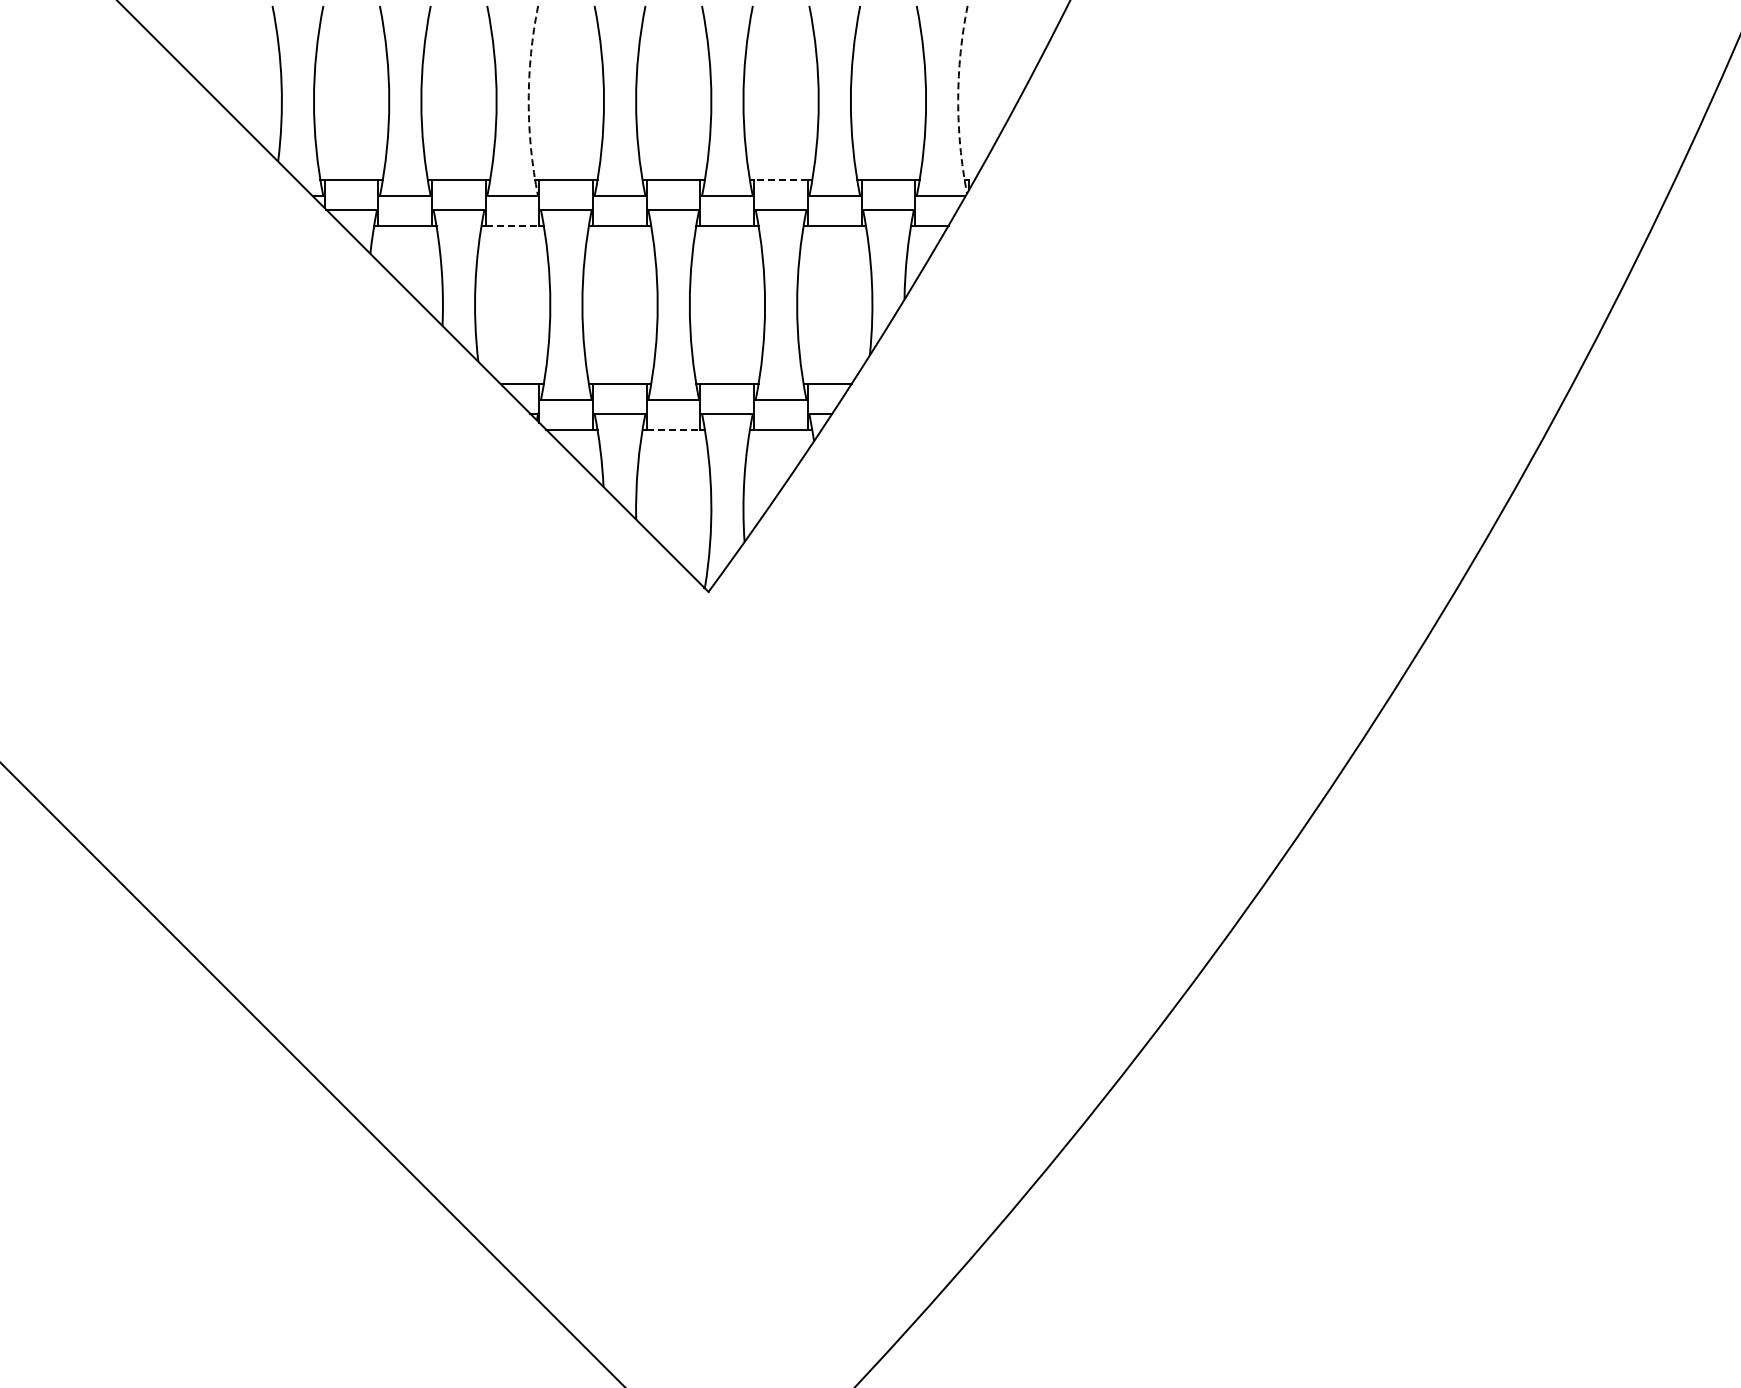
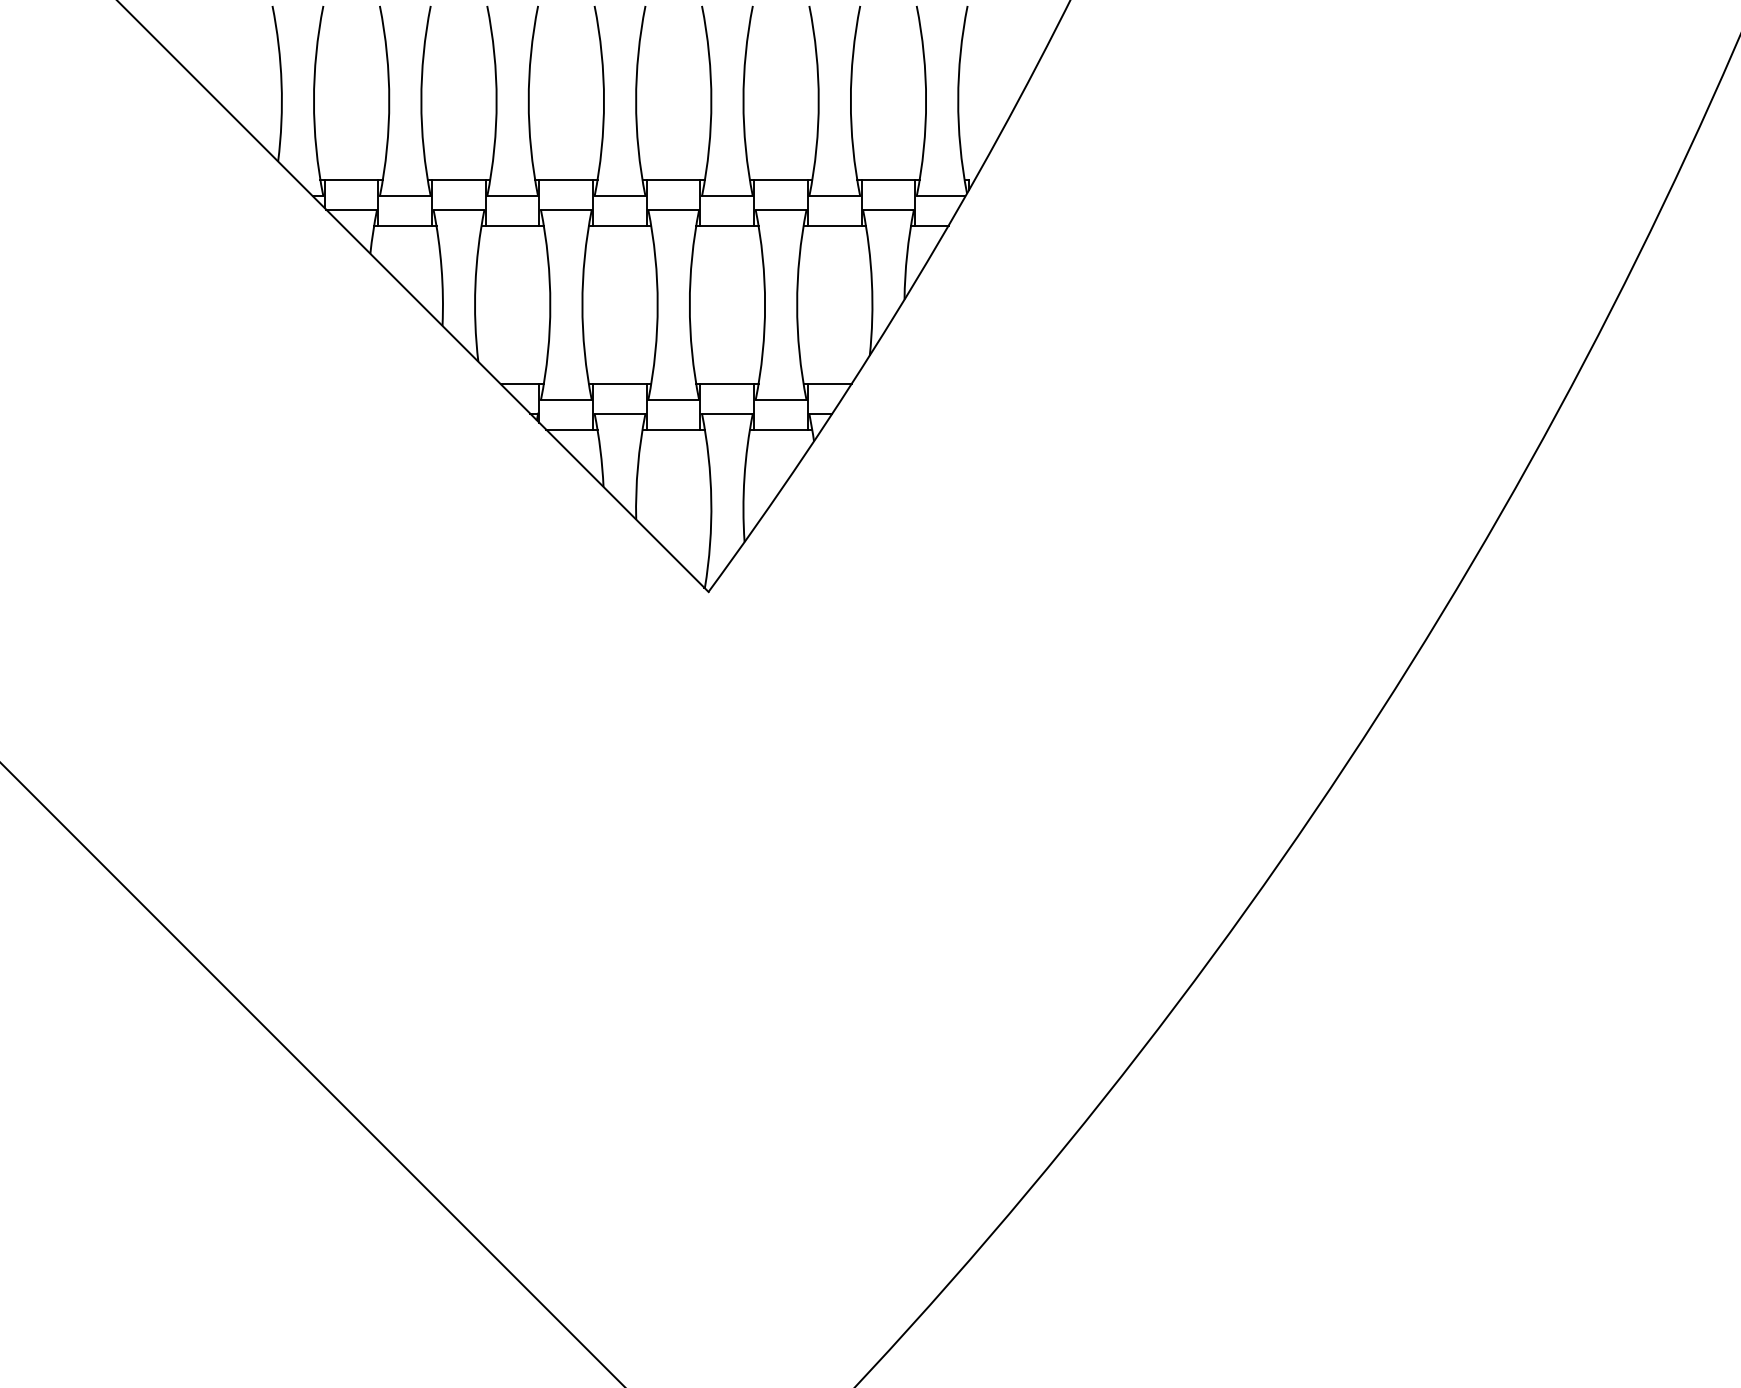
arc at (958, 99): dashed -> solid
arc at (528, 101): dashed -> solid
line at (780, 180): dashed -> solid
line at (512, 225): dashed -> solid
line at (673, 429): dashed -> solid
